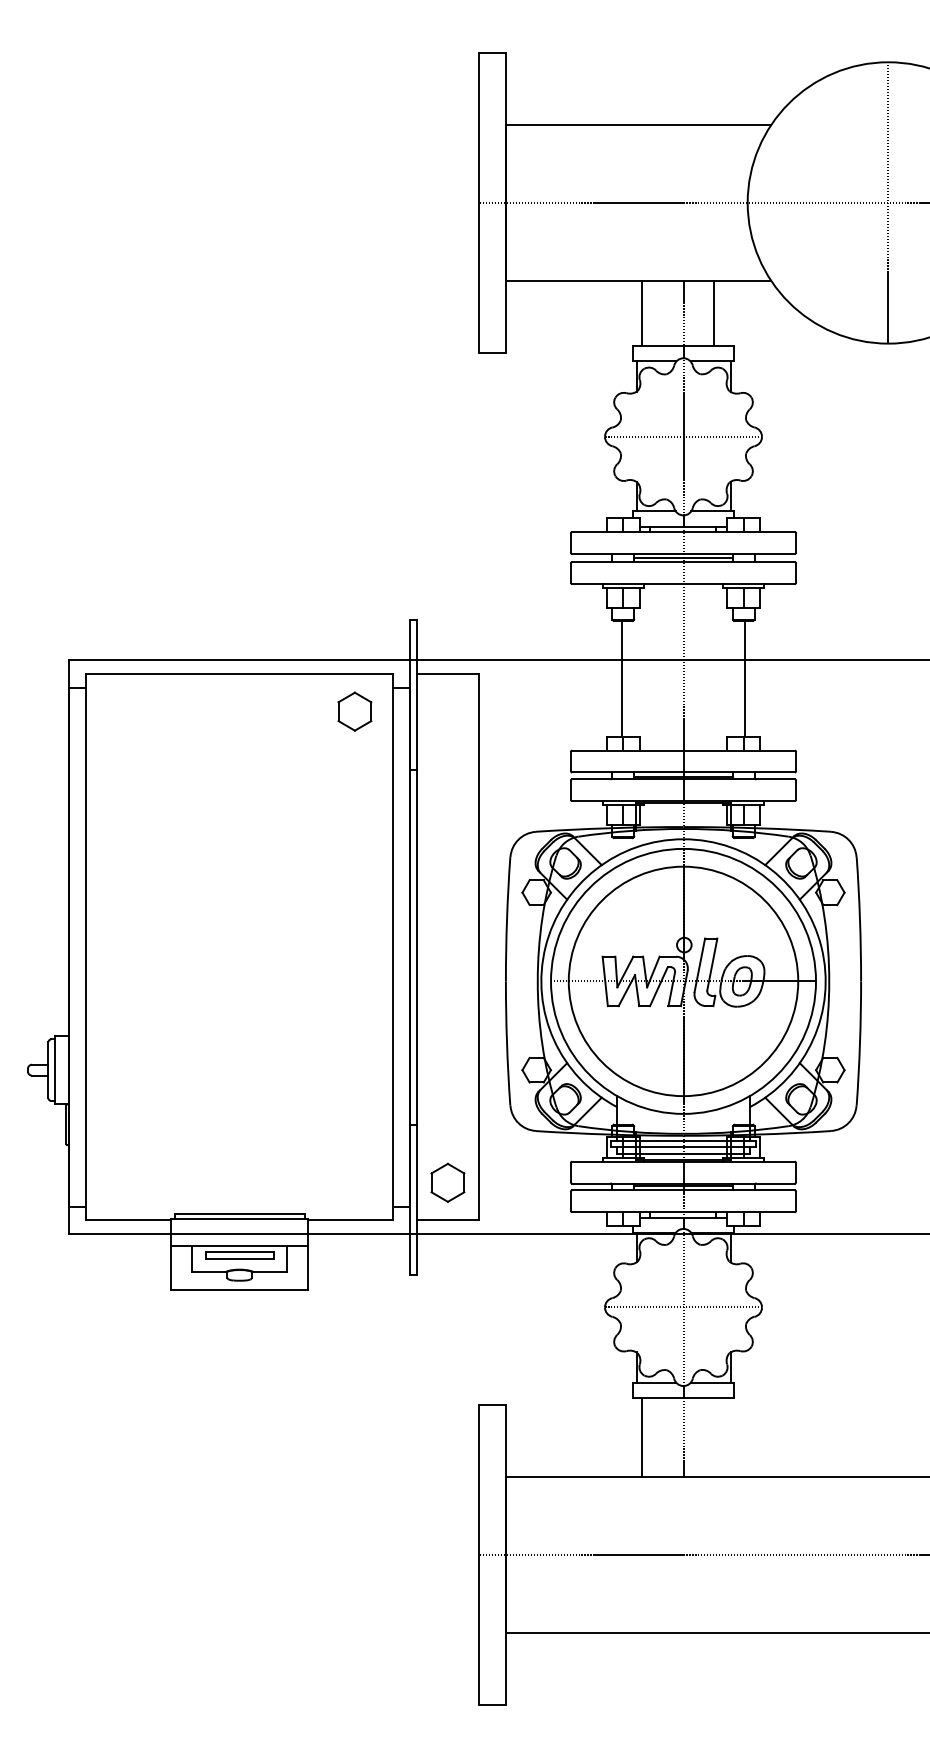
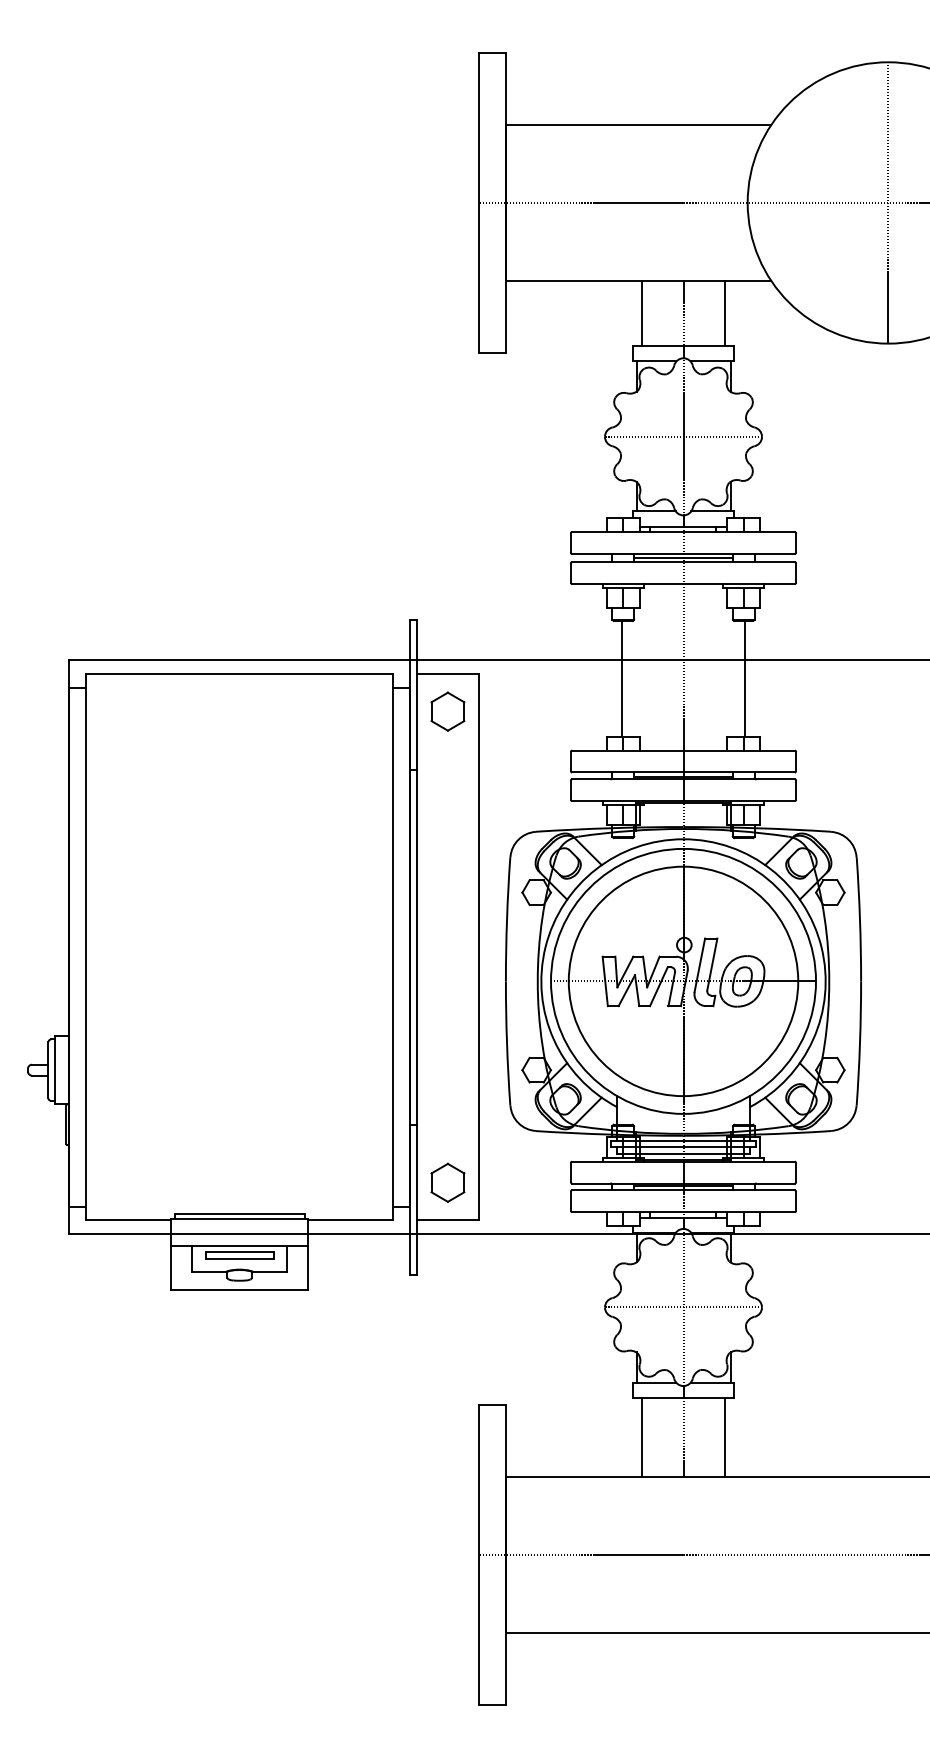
line at (713, 313) position: (713, 313) -> (724, 313)
part at (354, 711) position: (354, 711) -> (447, 711)
line at (724, 1437): none -> present
